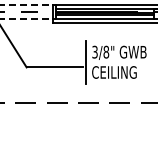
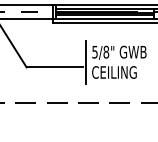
line at (26, 5): dashed -> solid
line at (26, 19): dashed -> solid
text at (94, 50): 3/8" -> 5/8"
